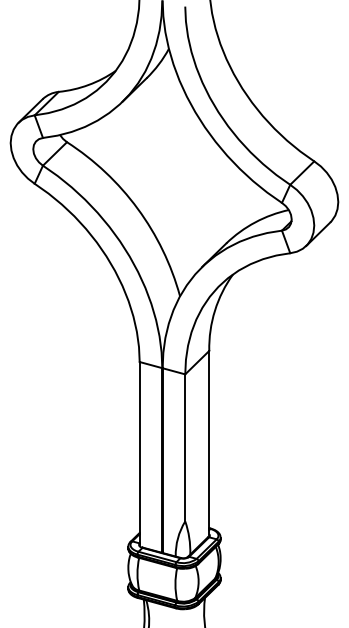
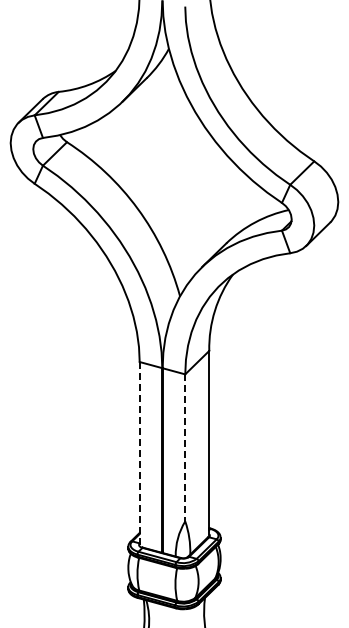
line at (185, 447): solid -> dashed
line at (139, 453): solid -> dashed
